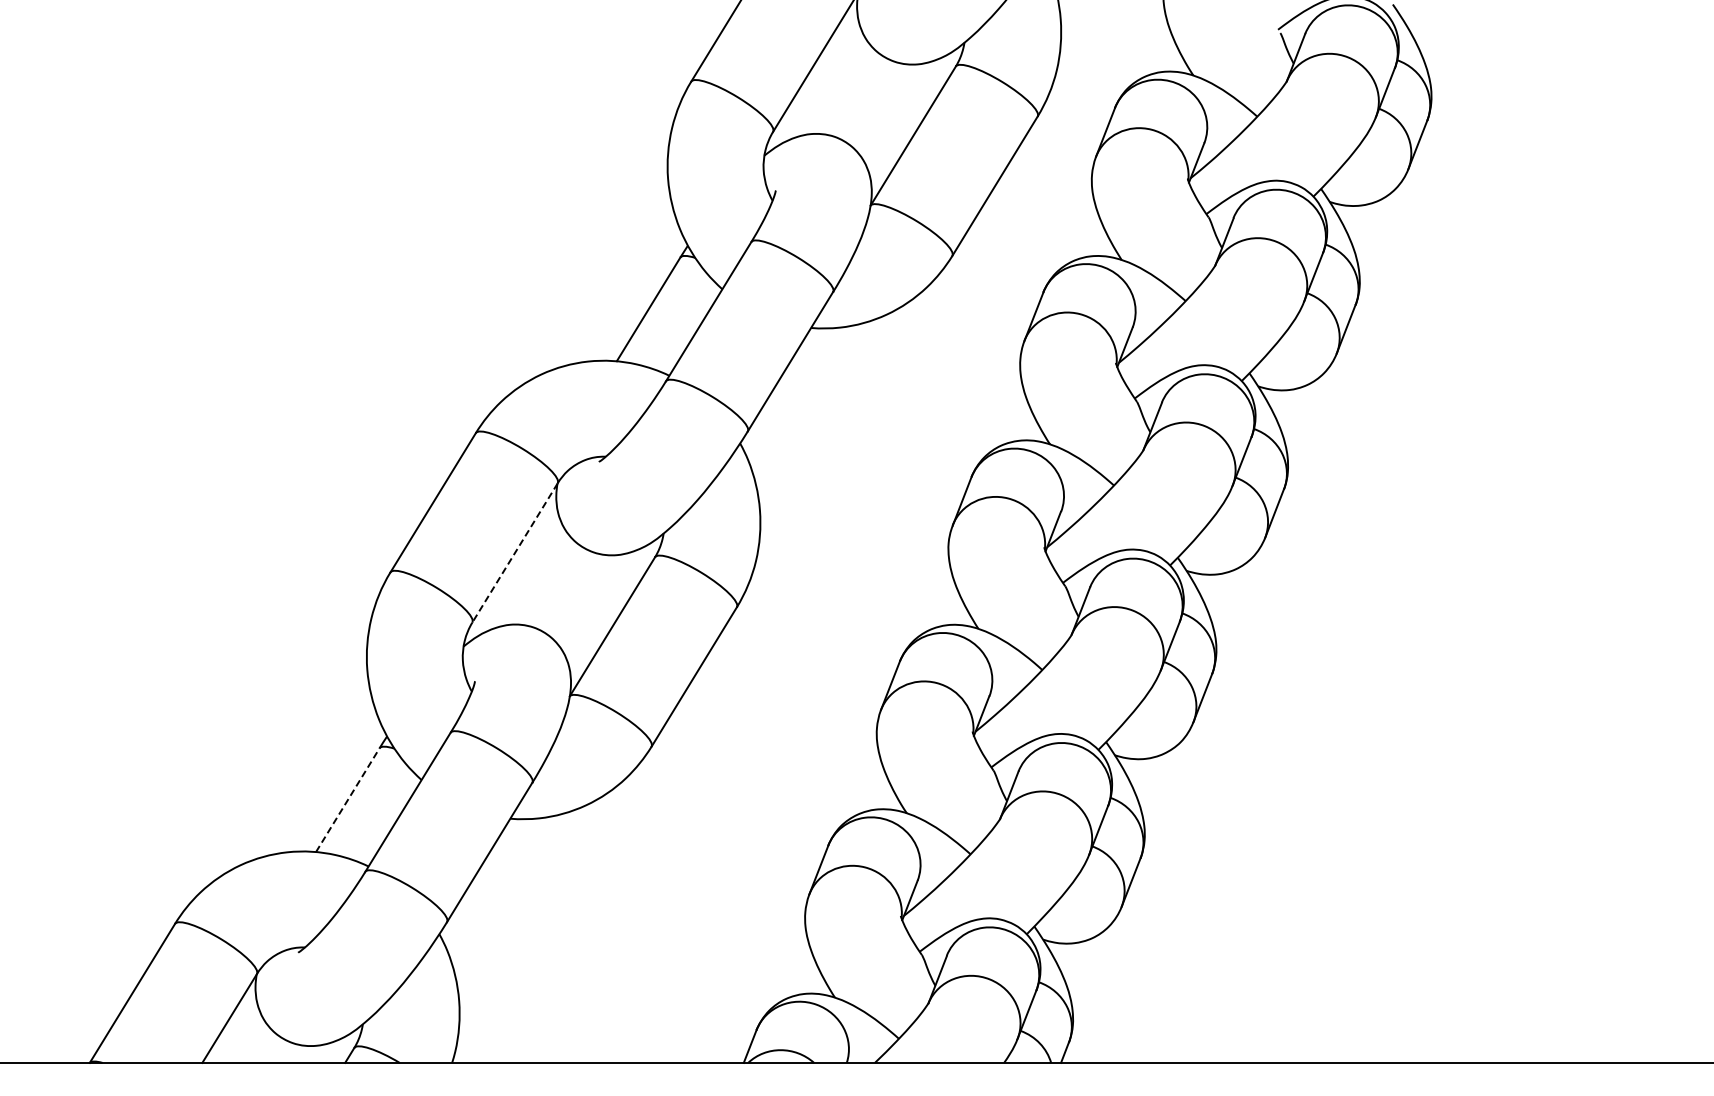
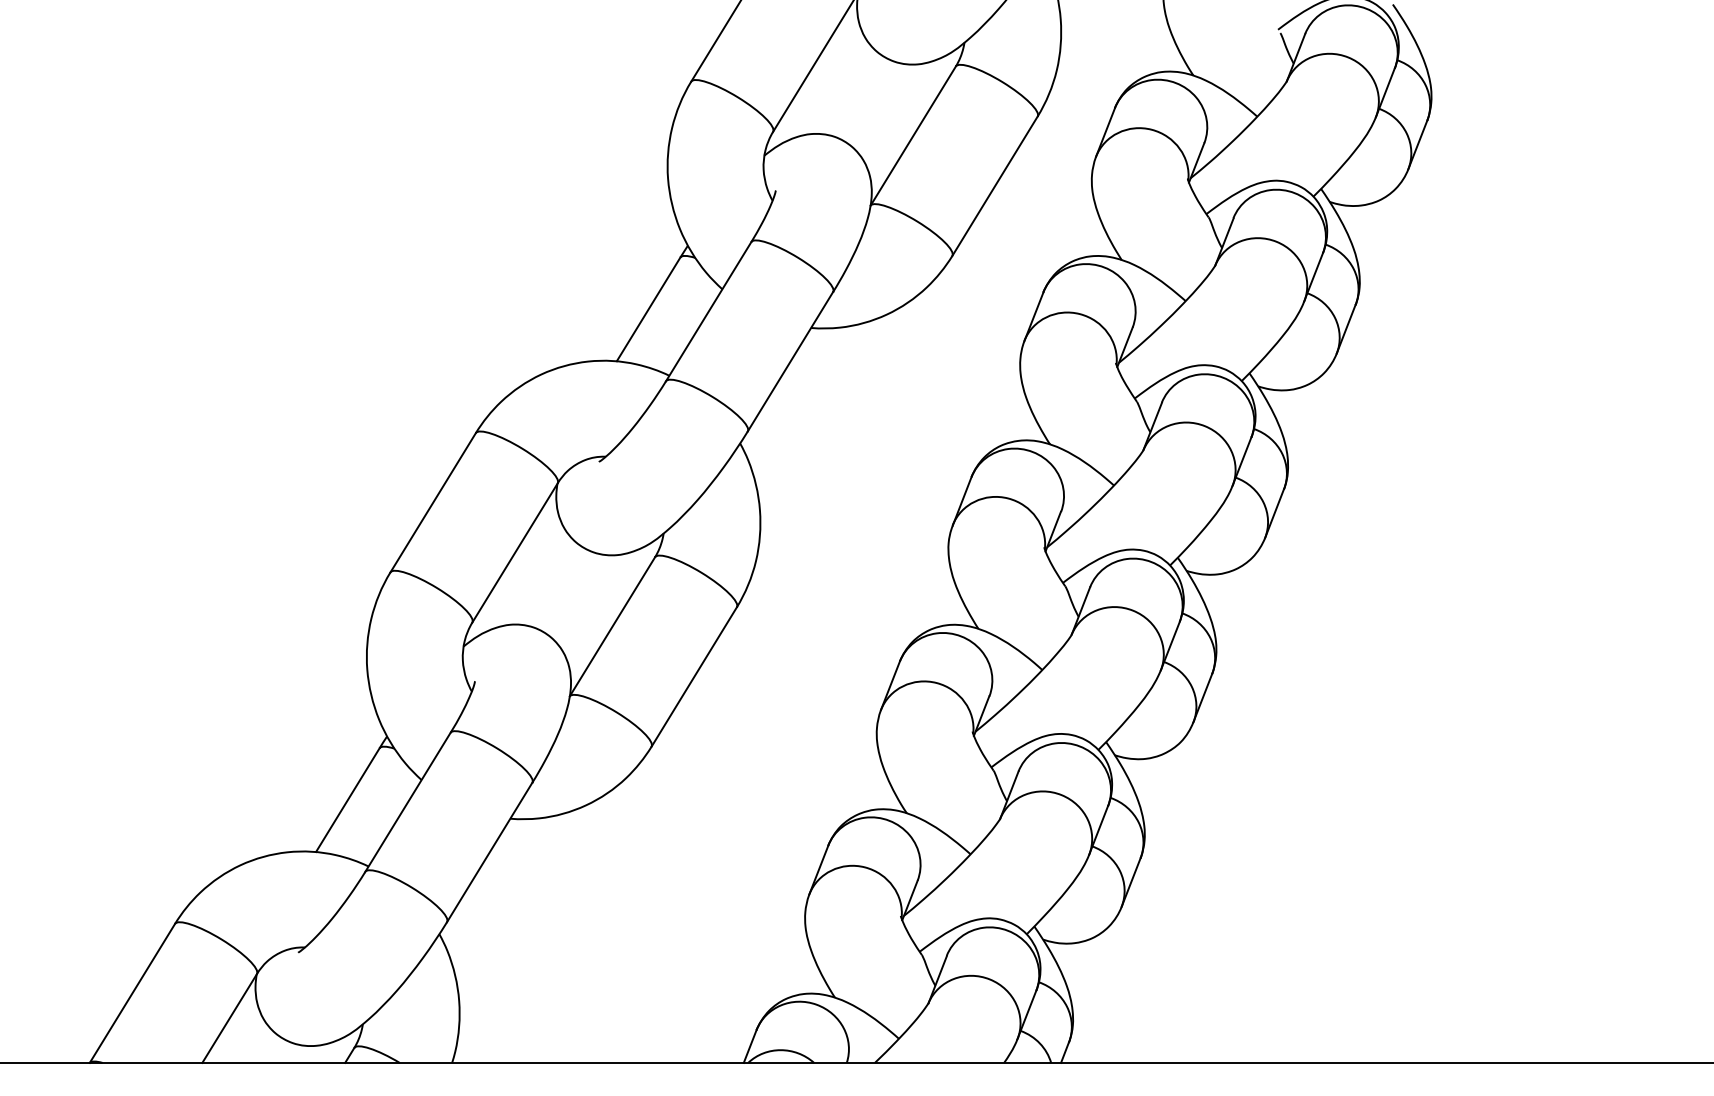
line at (514, 553): dashed -> solid
line at (347, 800): dashed -> solid
